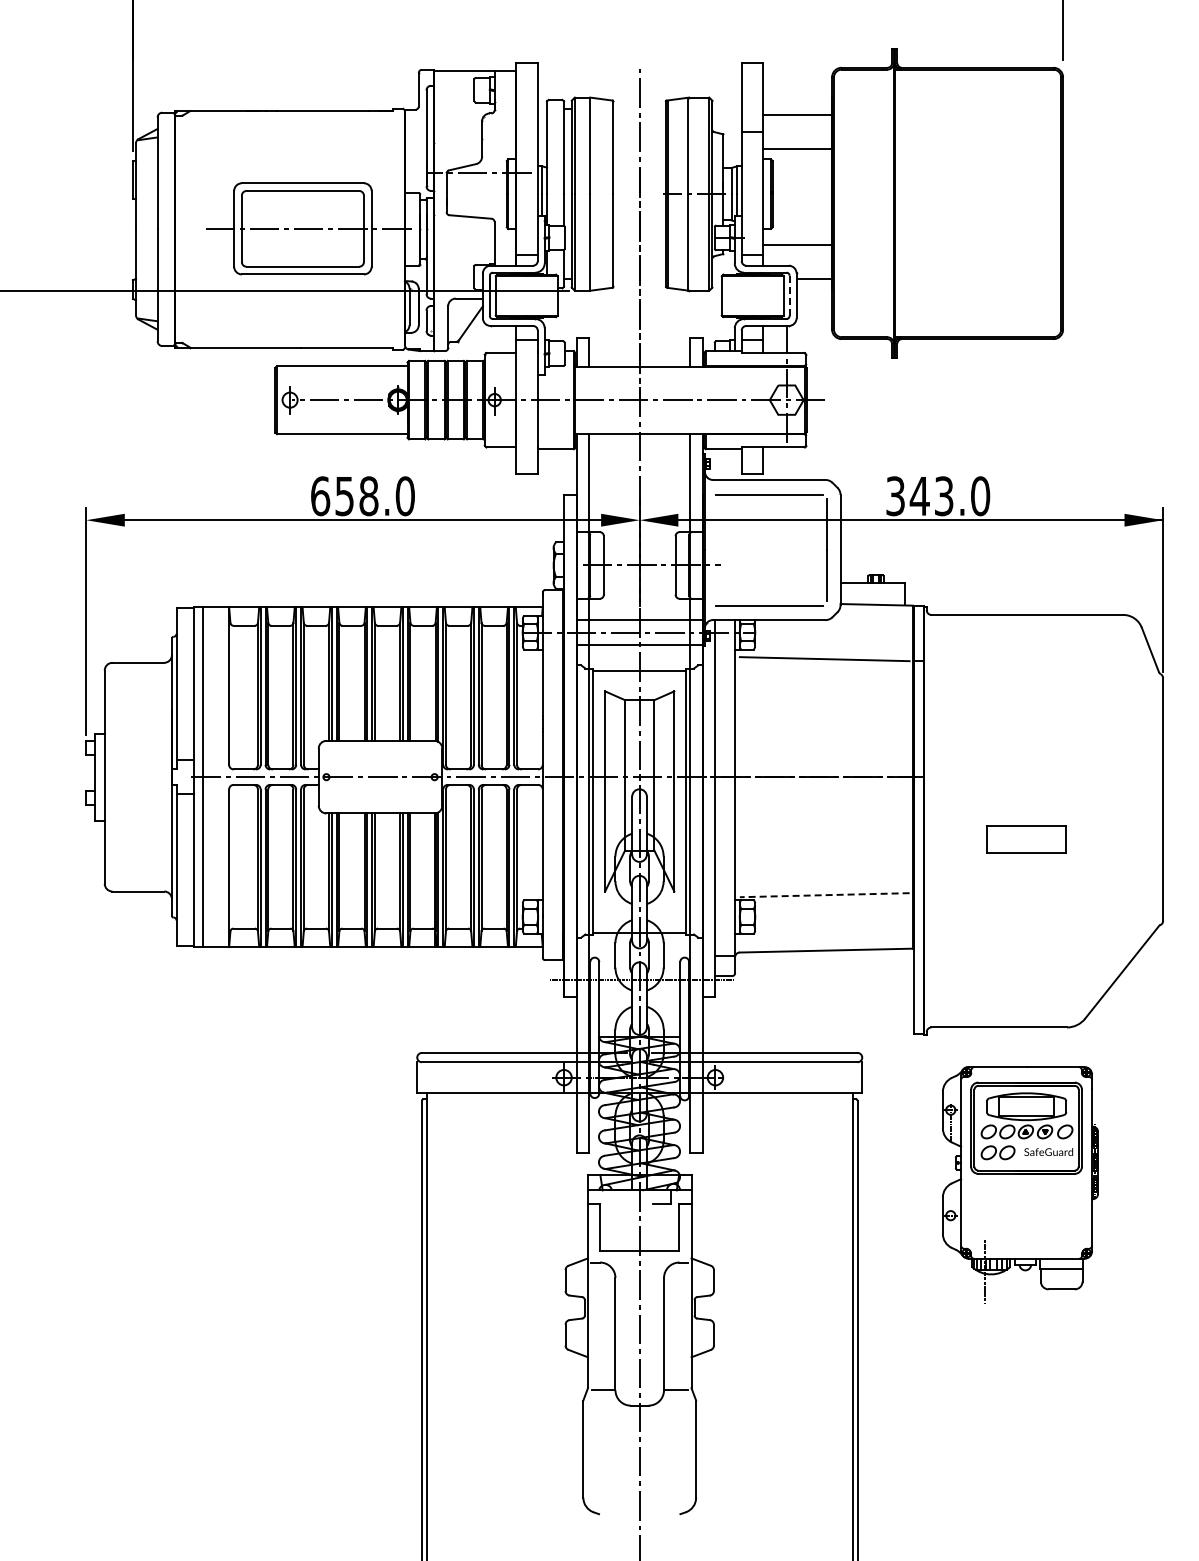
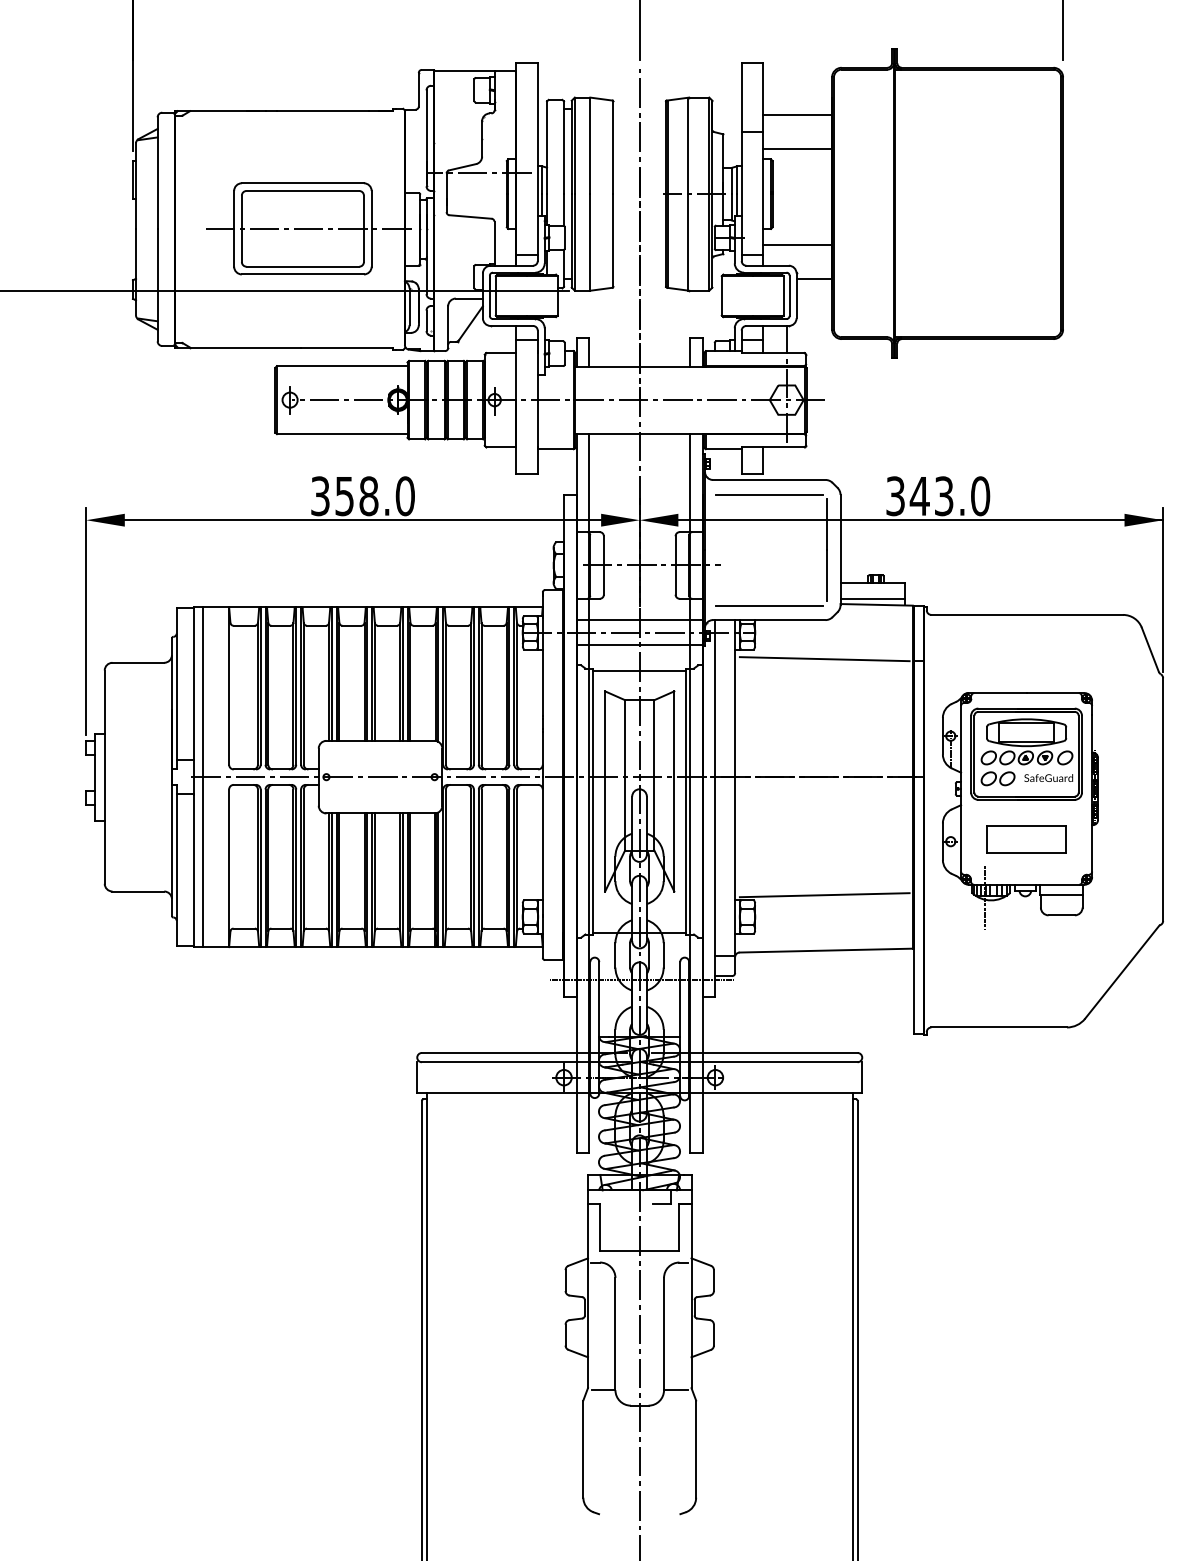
line at (639, 31): none -> present
line at (789, 296): dashed -> solid
text at (320, 496): 658.0 -> 358.0
line at (872, 599): none -> present
line at (824, 895): dashed -> solid
part at (1020, 1184) position: (1020, 1184) -> (1020, 810)
